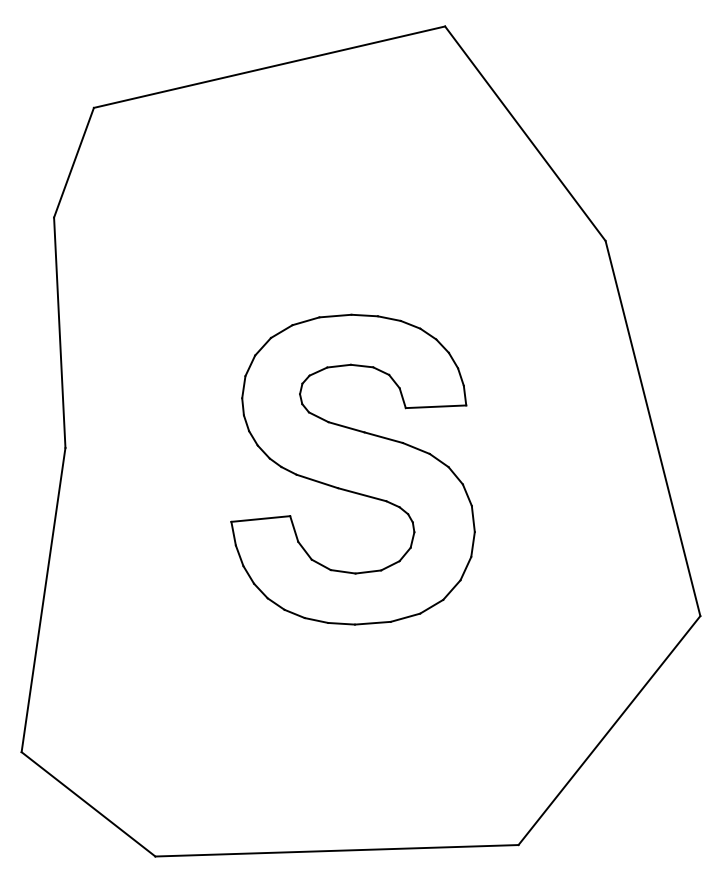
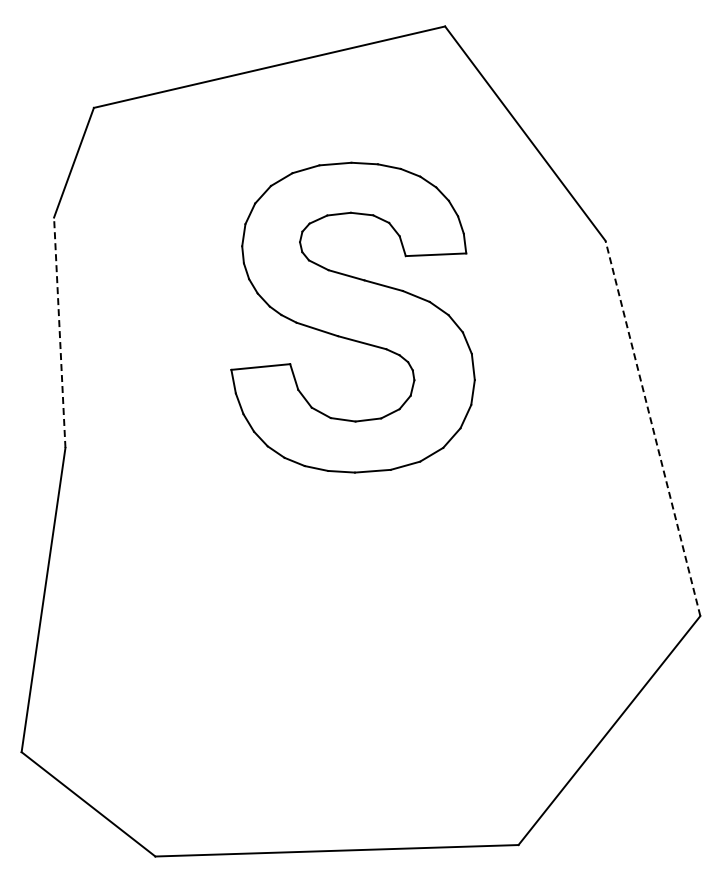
line at (59, 332): solid -> dashed
line at (652, 428): solid -> dashed
part at (352, 469) position: (352, 469) -> (352, 317)
